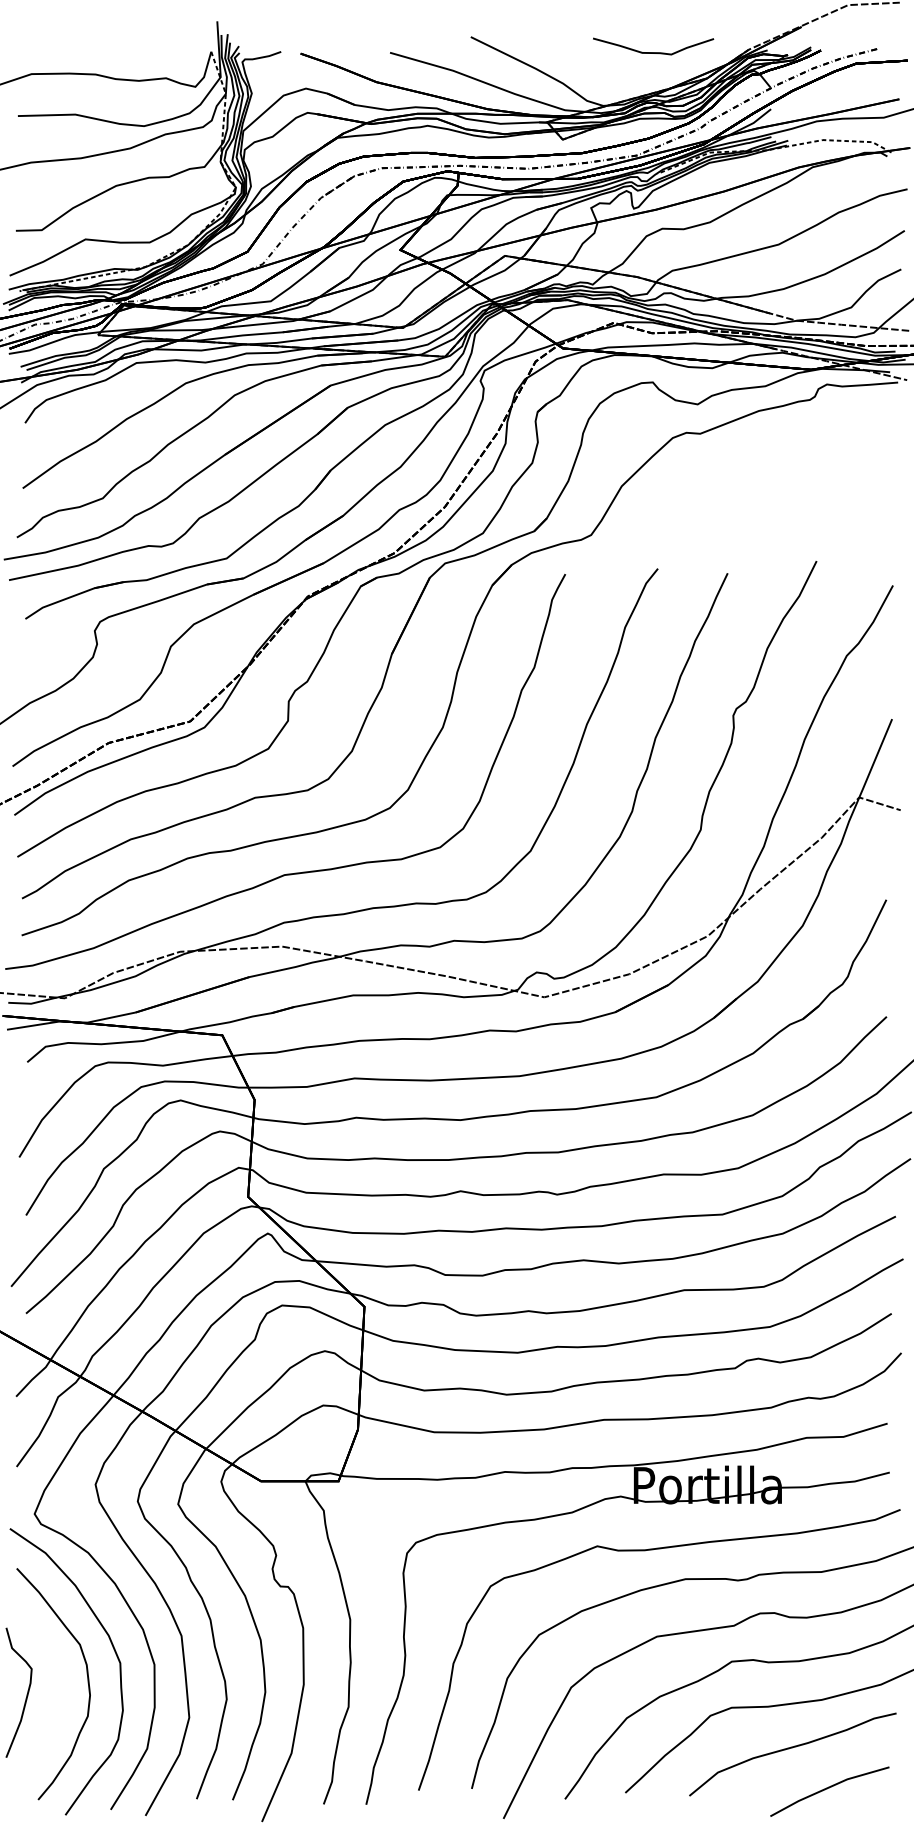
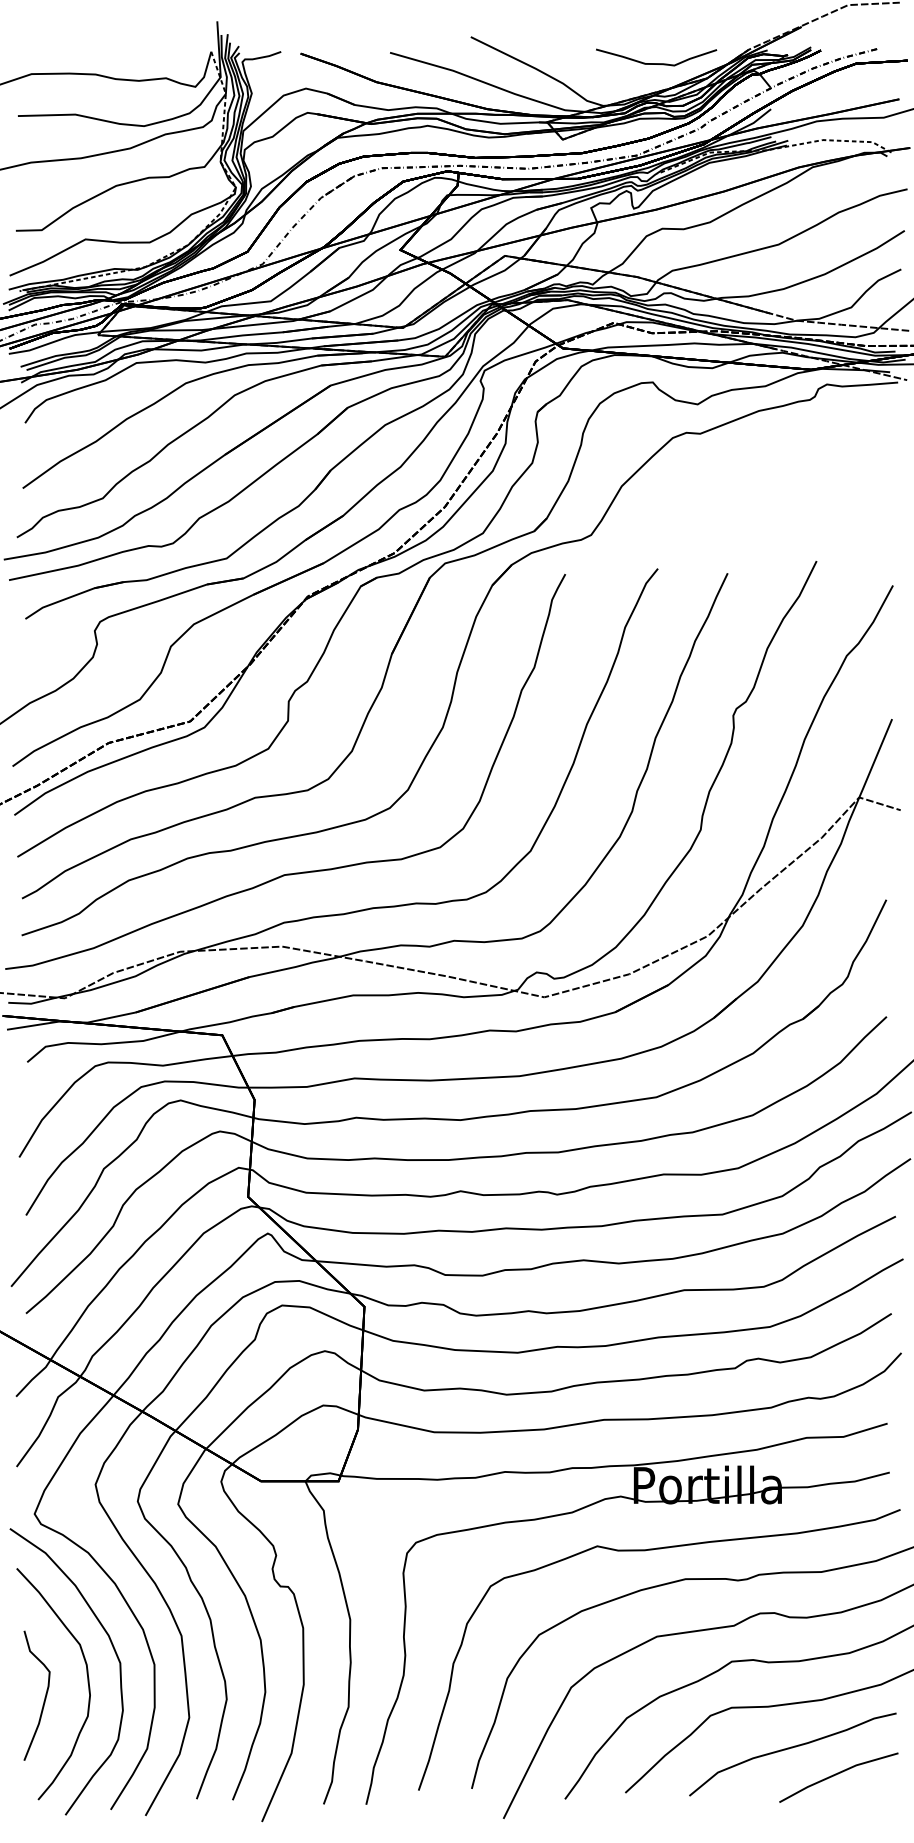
curve at (653, 52) position: (653, 52) -> (656, 63)
curve at (26, 1694) position: (26, 1694) -> (44, 1697)
line at (827, 1789) position: (827, 1789) -> (836, 1775)
